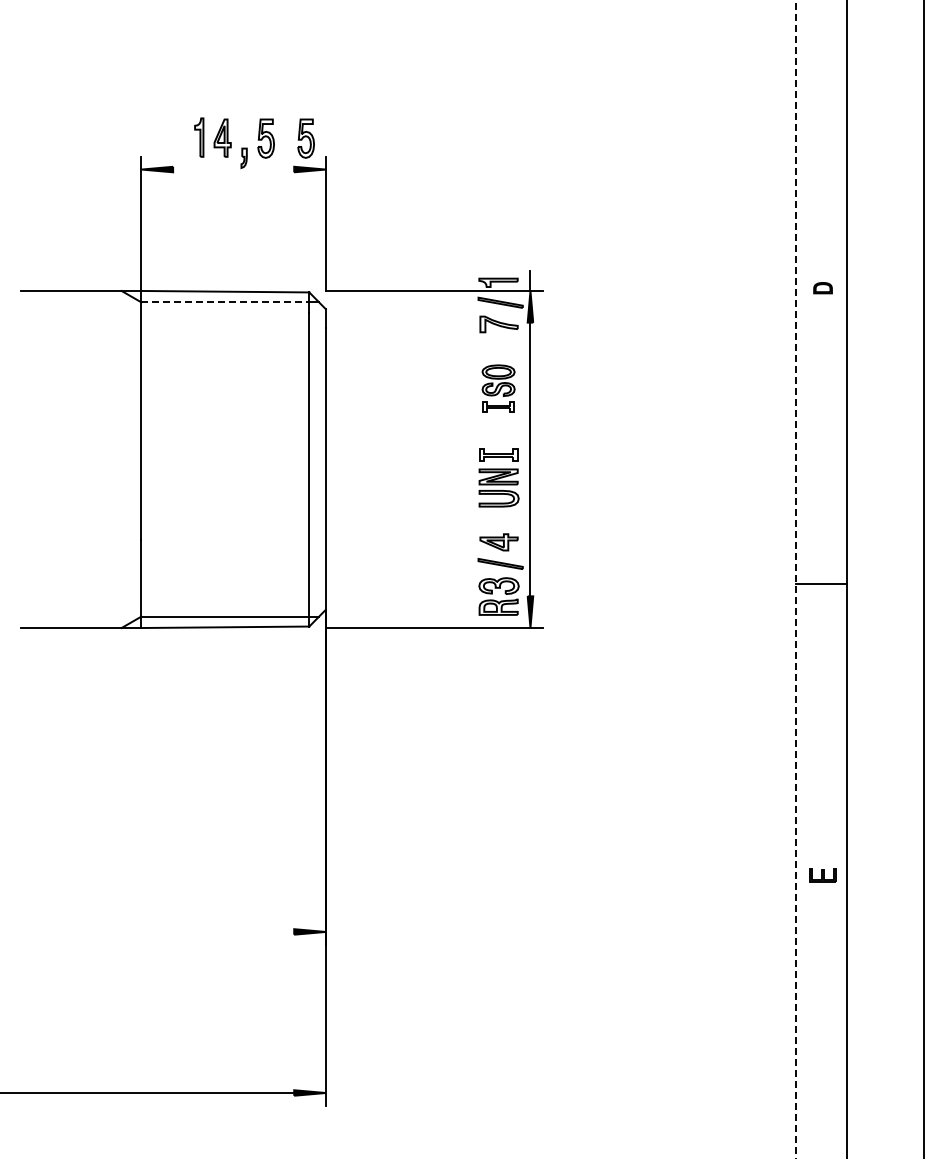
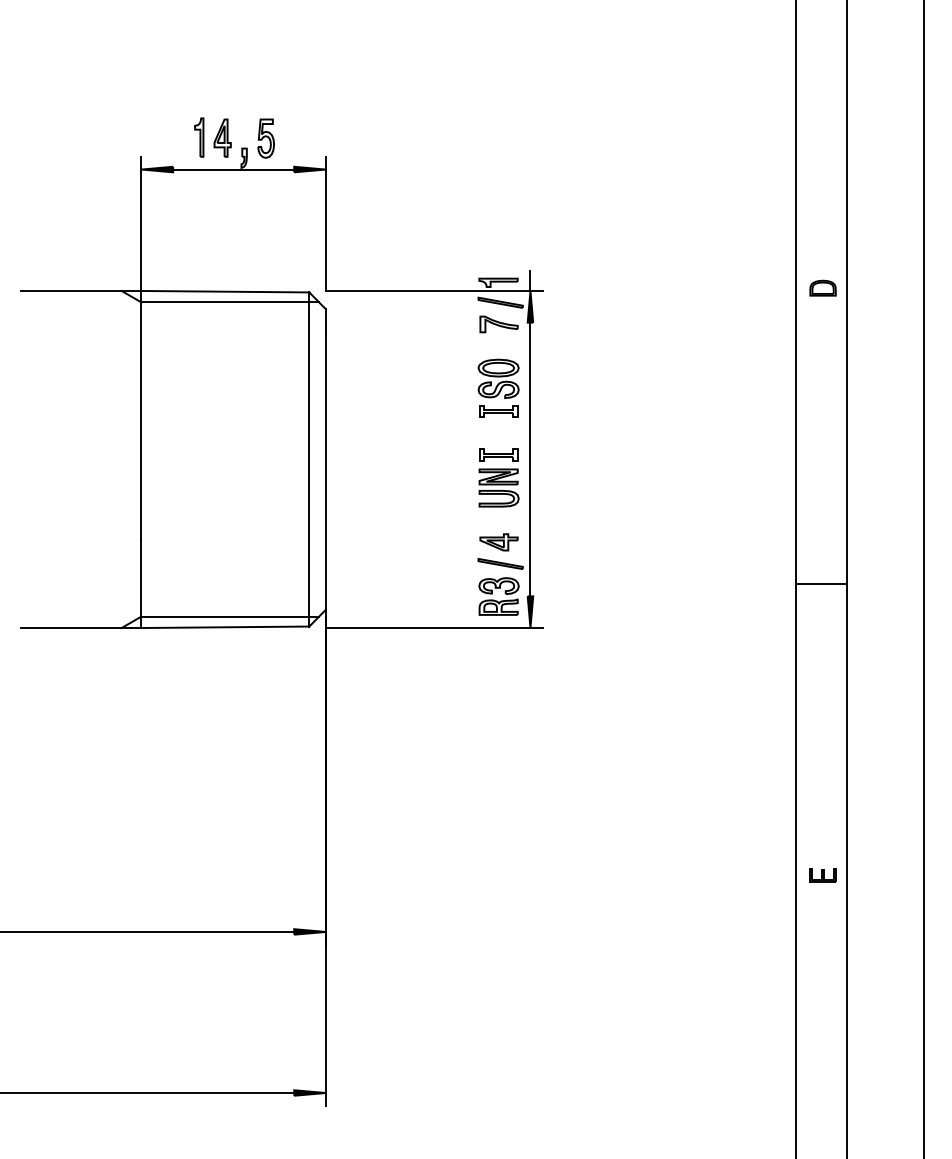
part at (305, 138): present -> none
line at (233, 169): none -> present
part at (822, 288) size: 20x13 px -> 28x18 px
line at (225, 302): dashed -> solid
part at (498, 388) size: 35x49 px -> 43x60 px
line at (796, 579): dashed -> solid
line at (148, 931): none -> present
